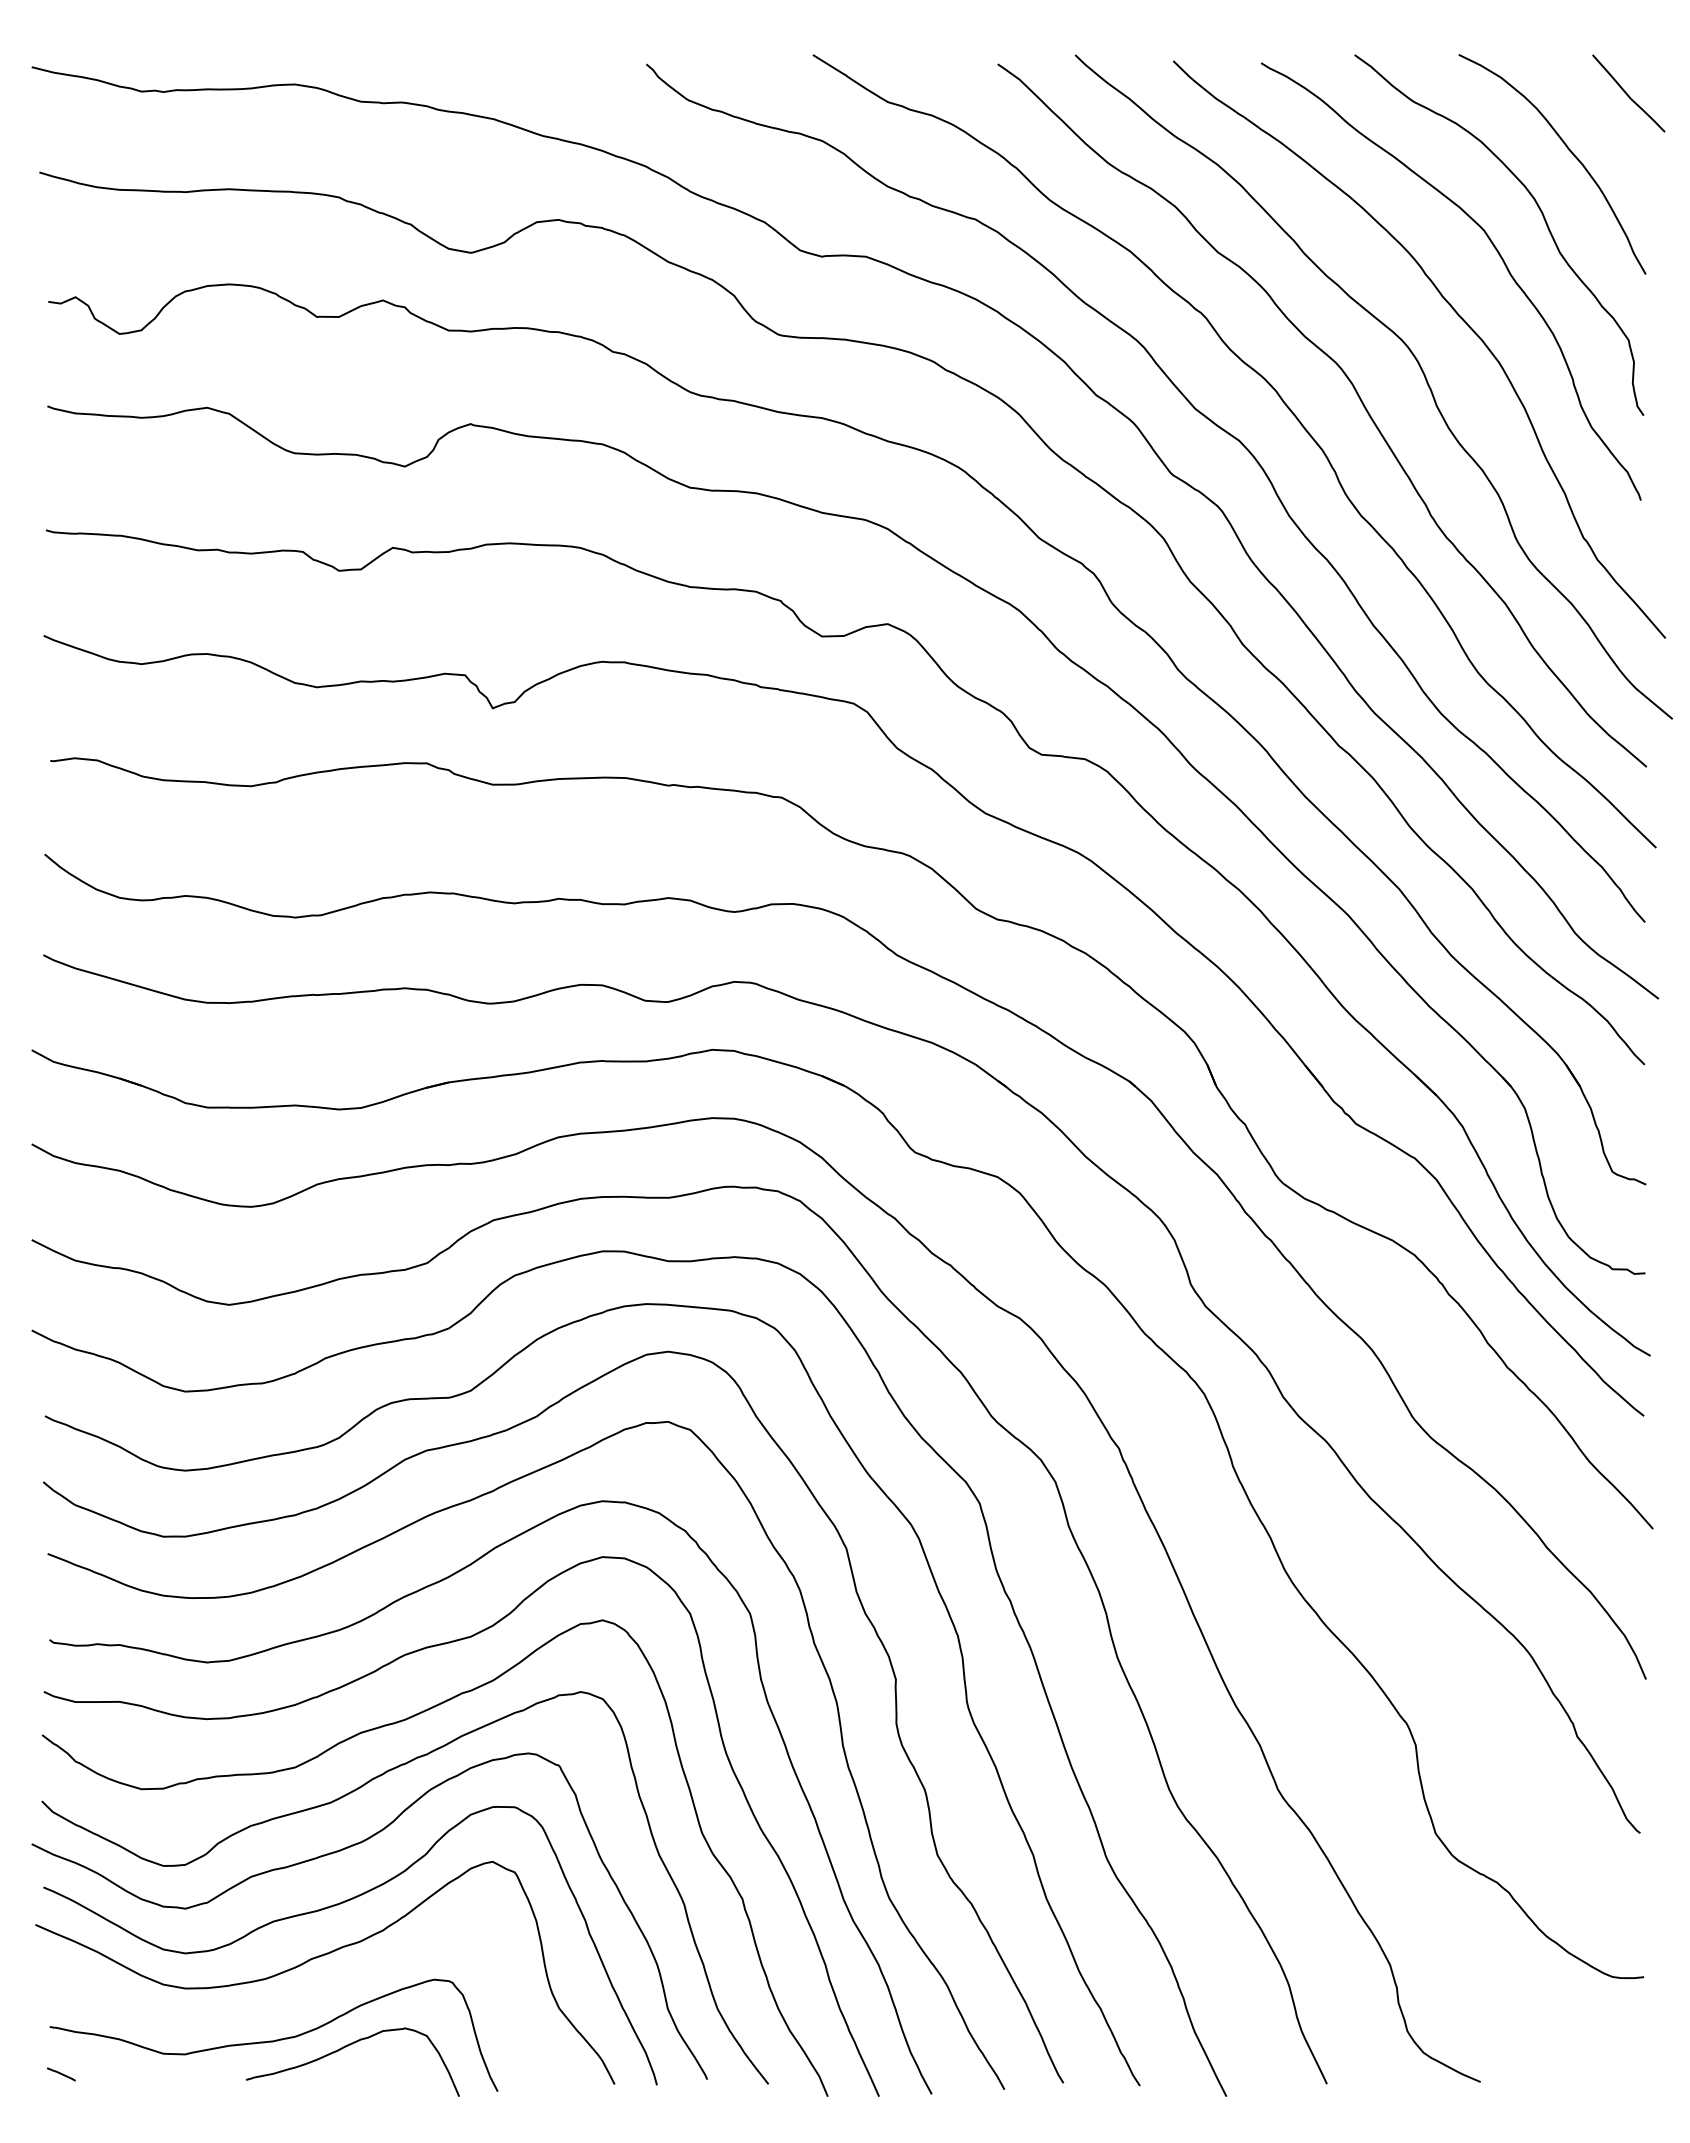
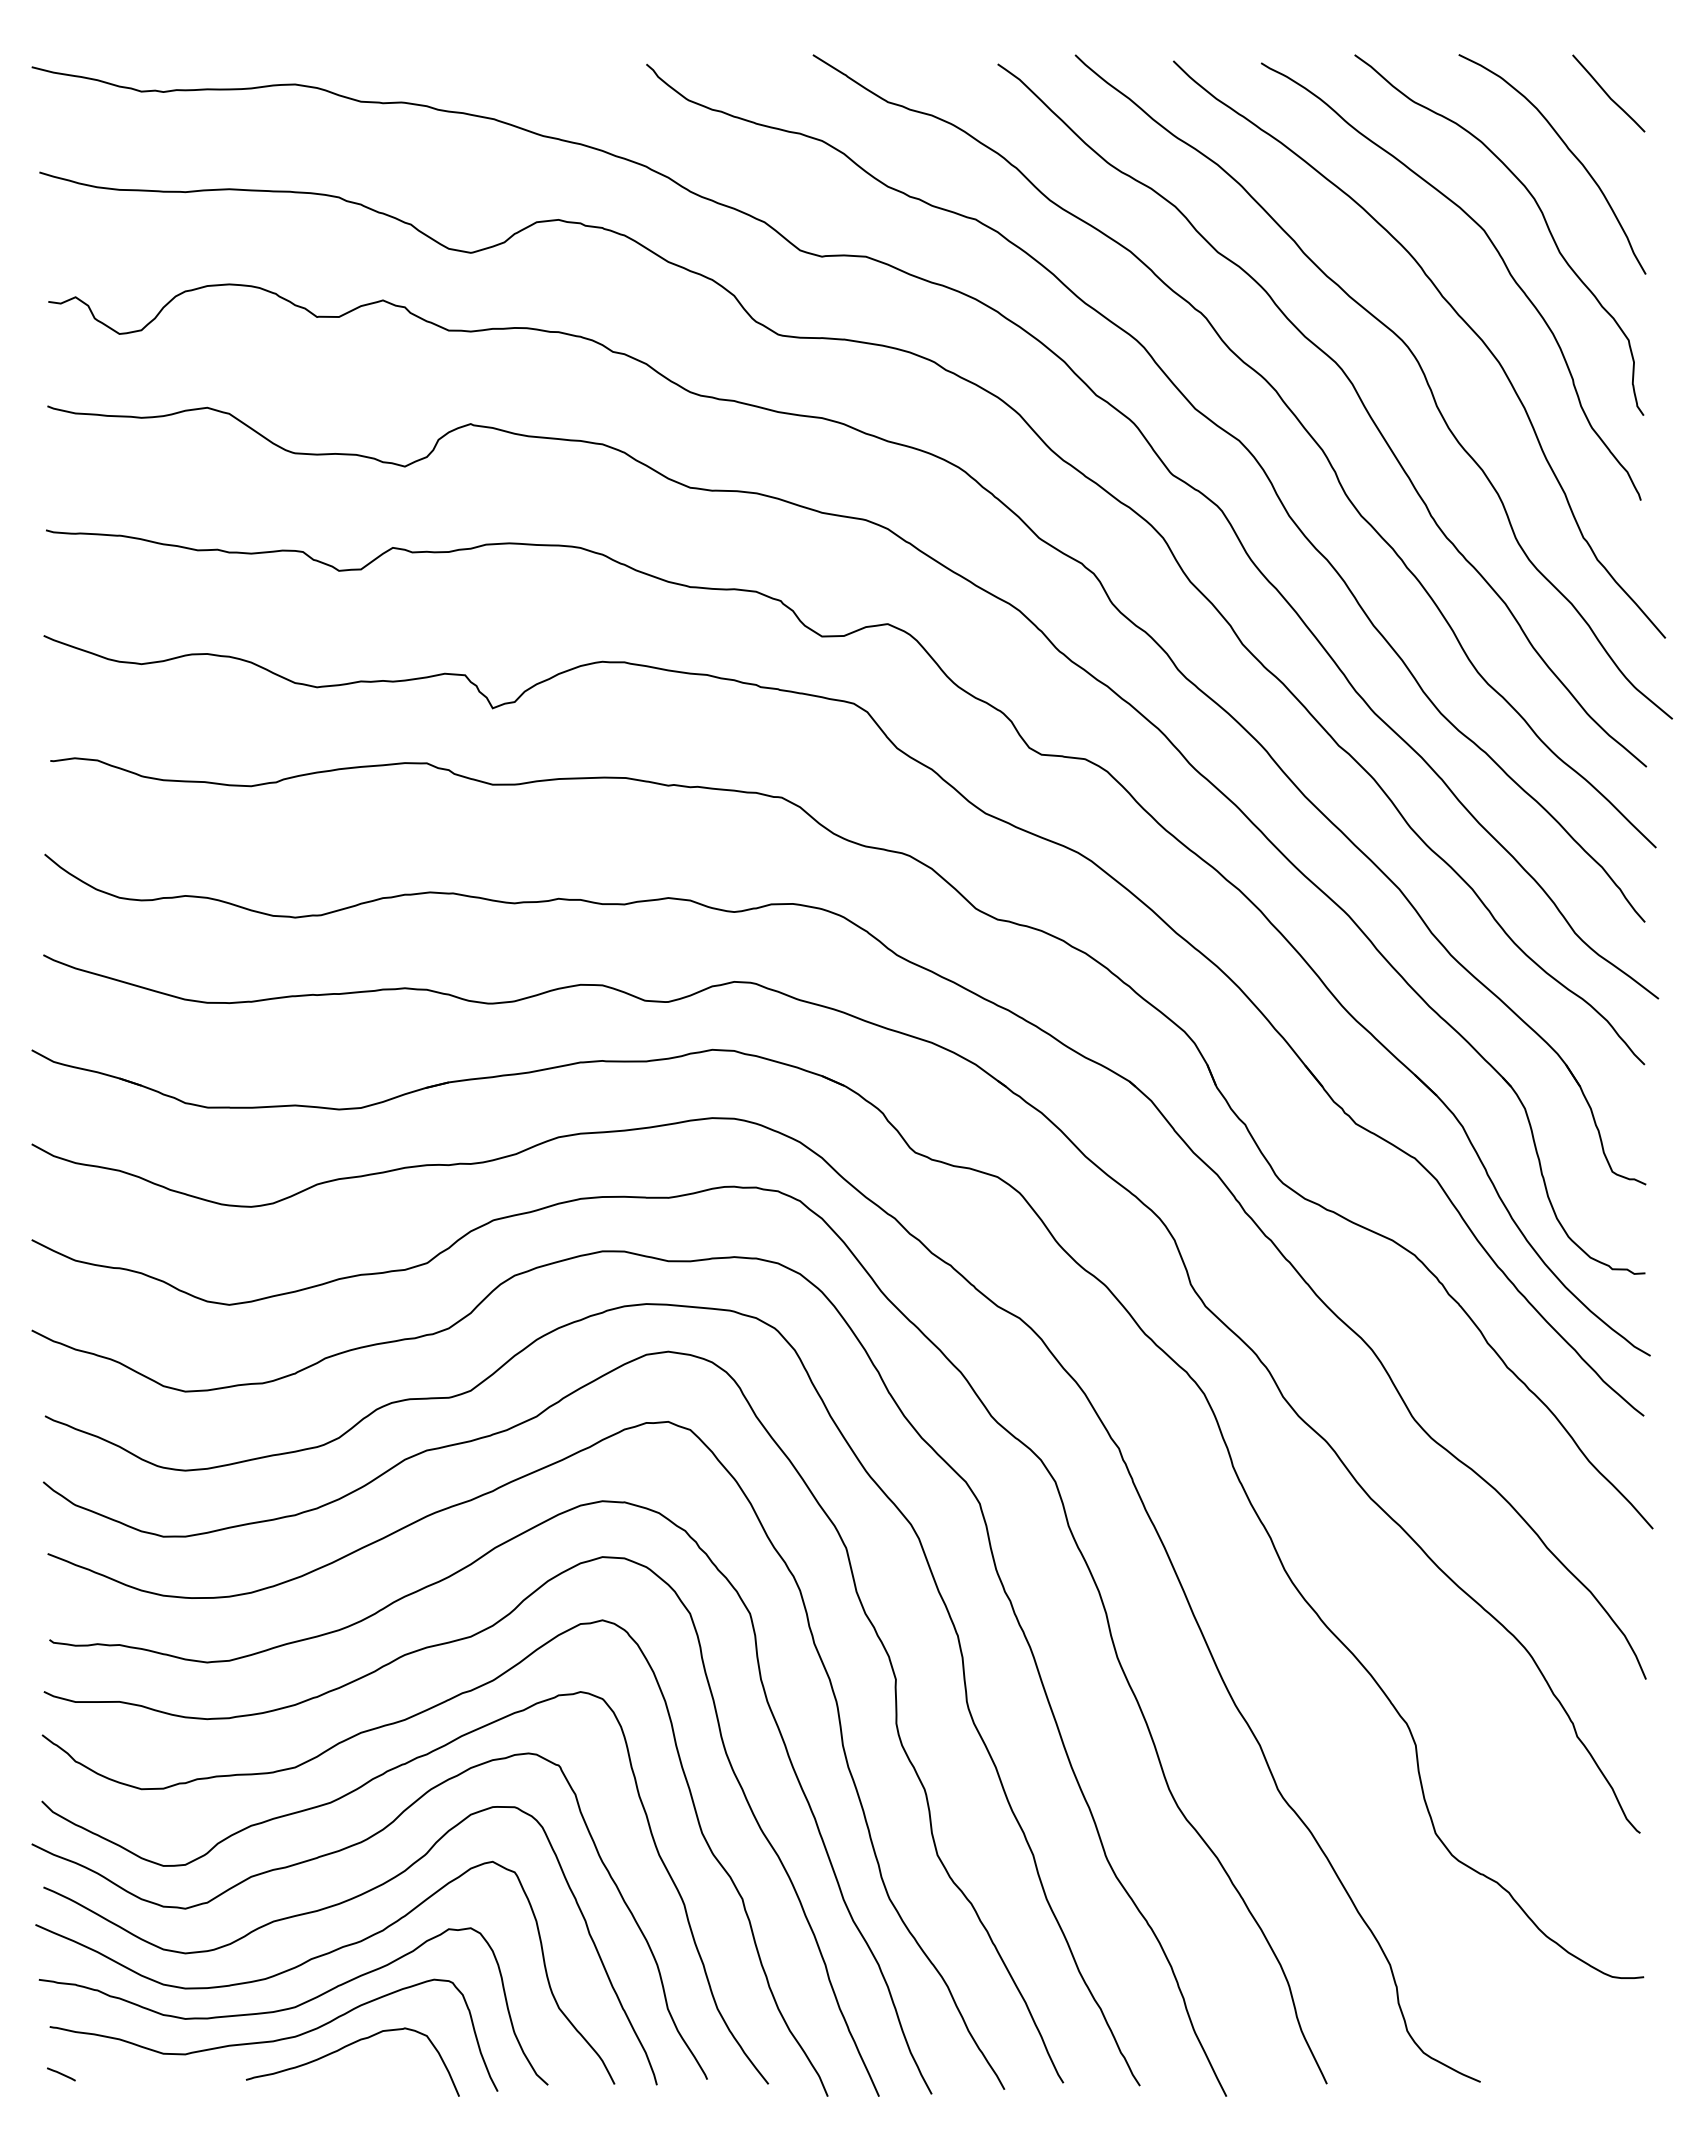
curve at (1627, 93) position: (1627, 93) -> (1607, 93)
curve at (293, 2006): none -> present
